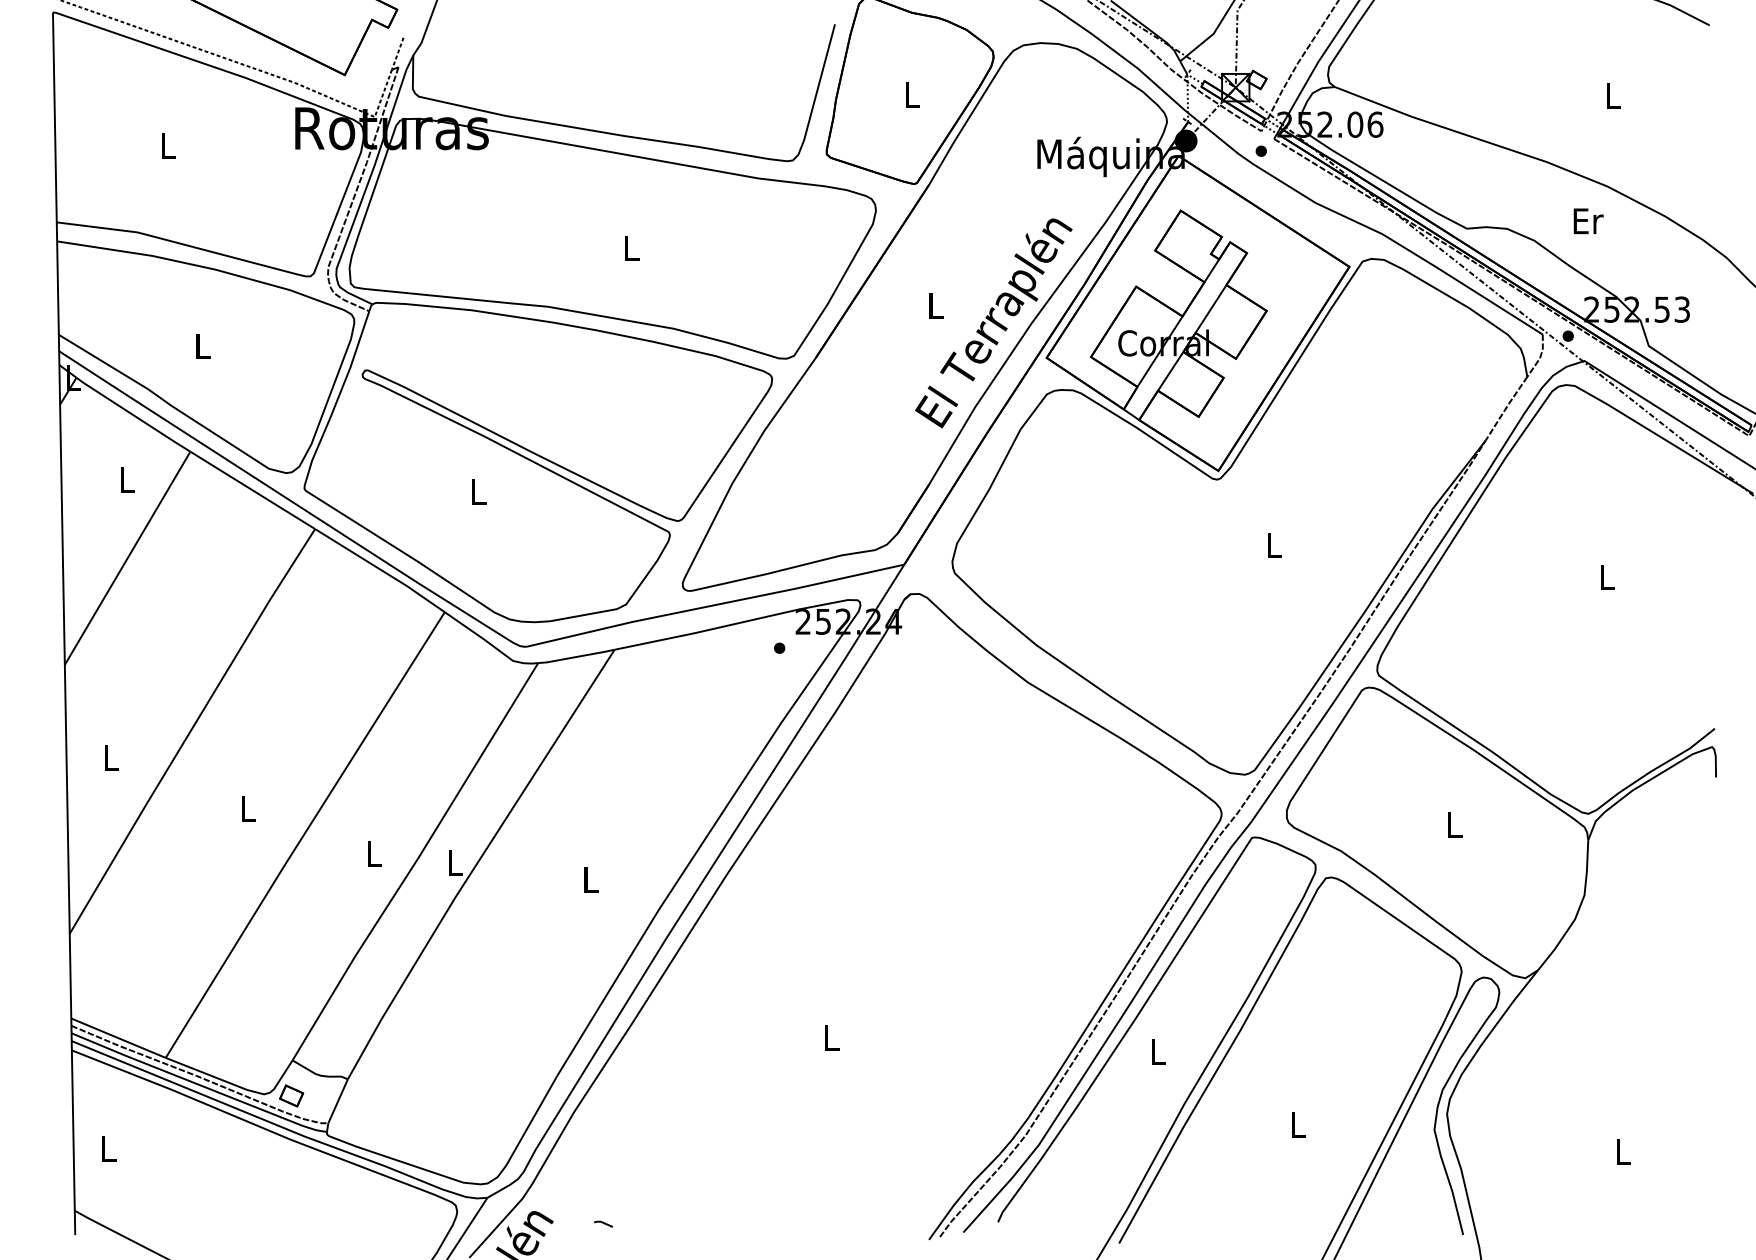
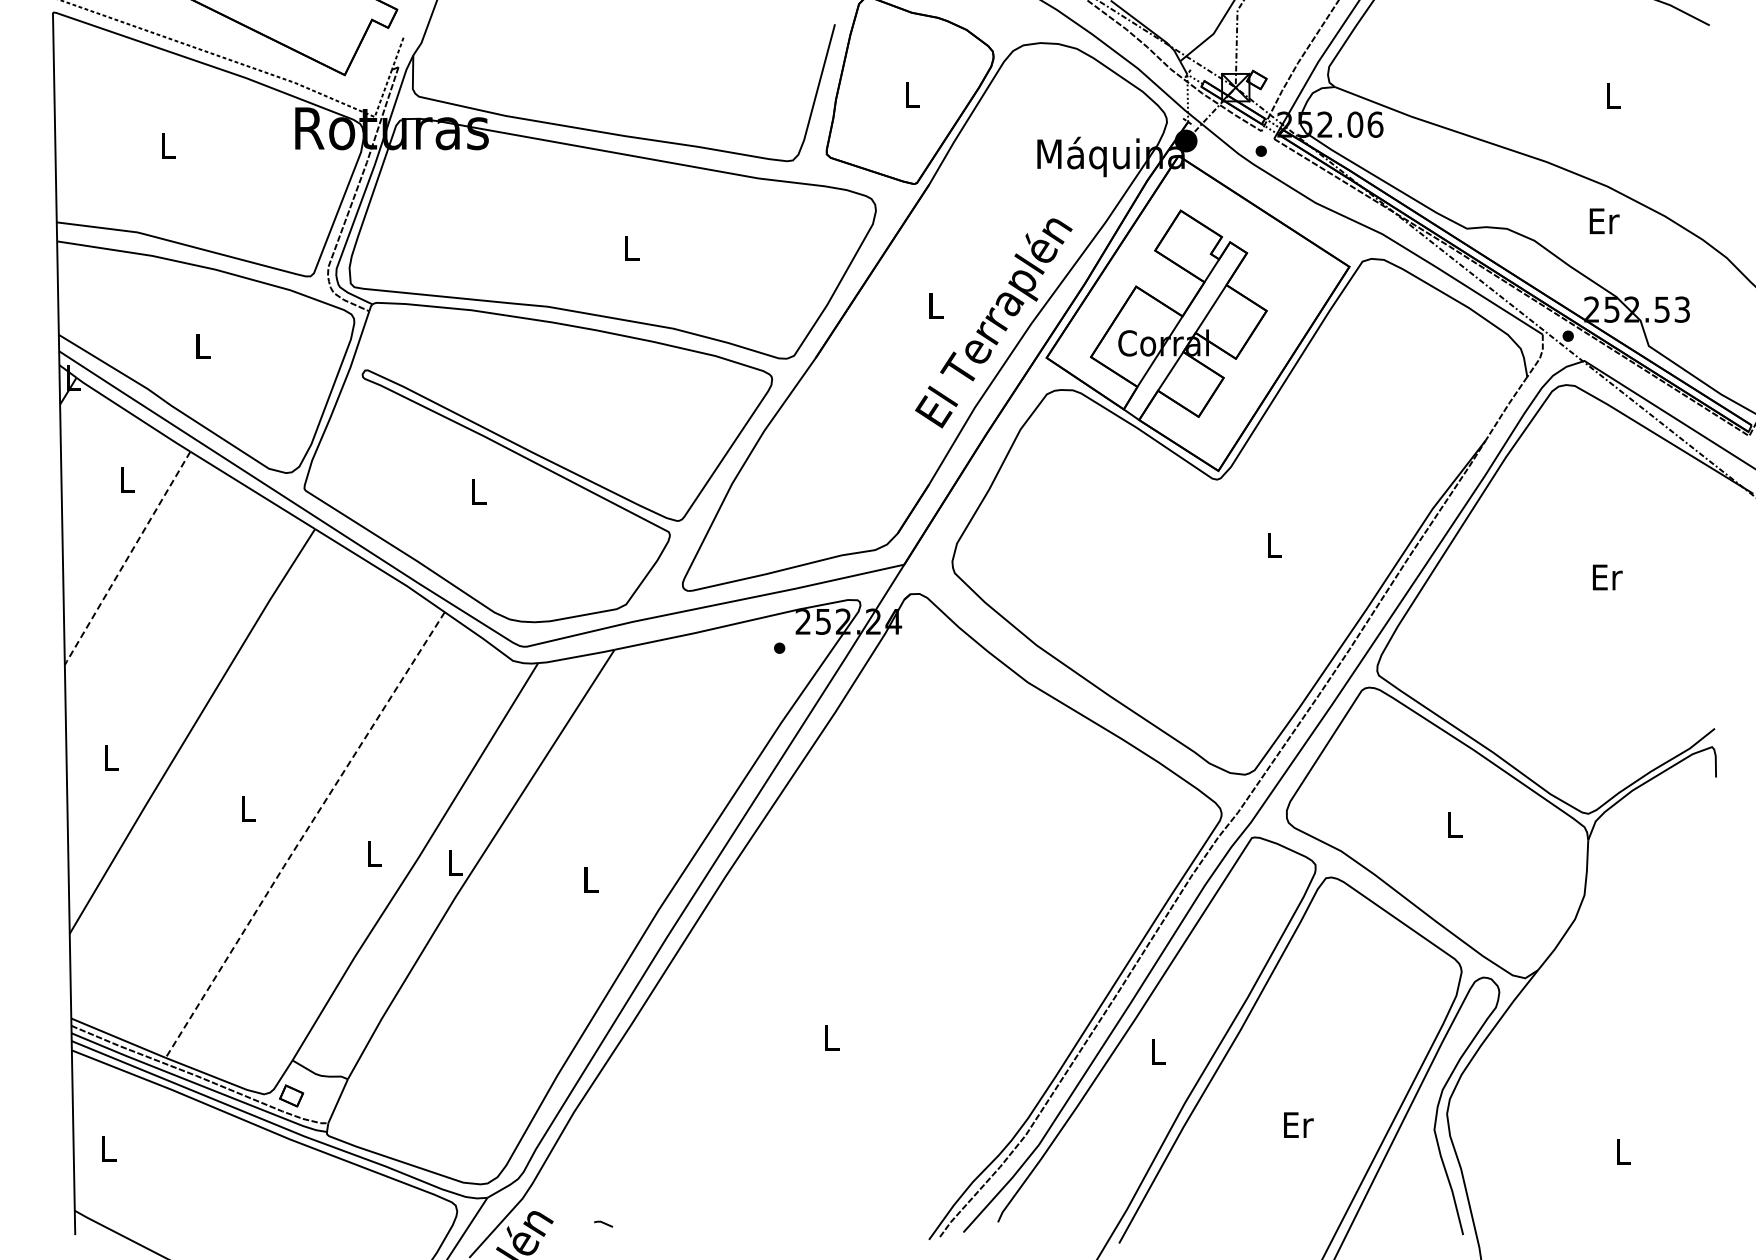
text at (1588, 221) position: (1588, 221) -> (1604, 221)
line at (127, 559): solid -> dashed
text at (1607, 577): L -> Er
line at (304, 834): solid -> dashed
text at (1298, 1124): L -> Er
